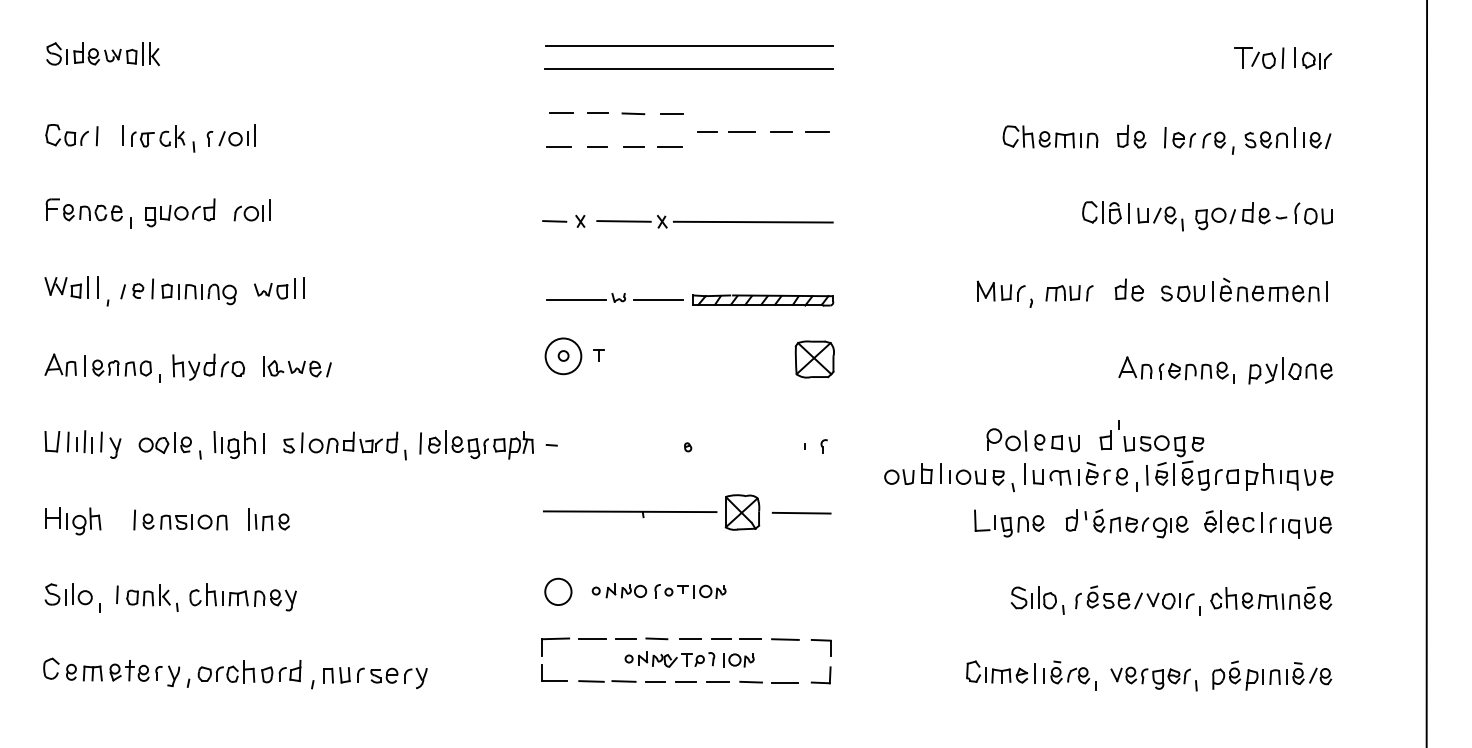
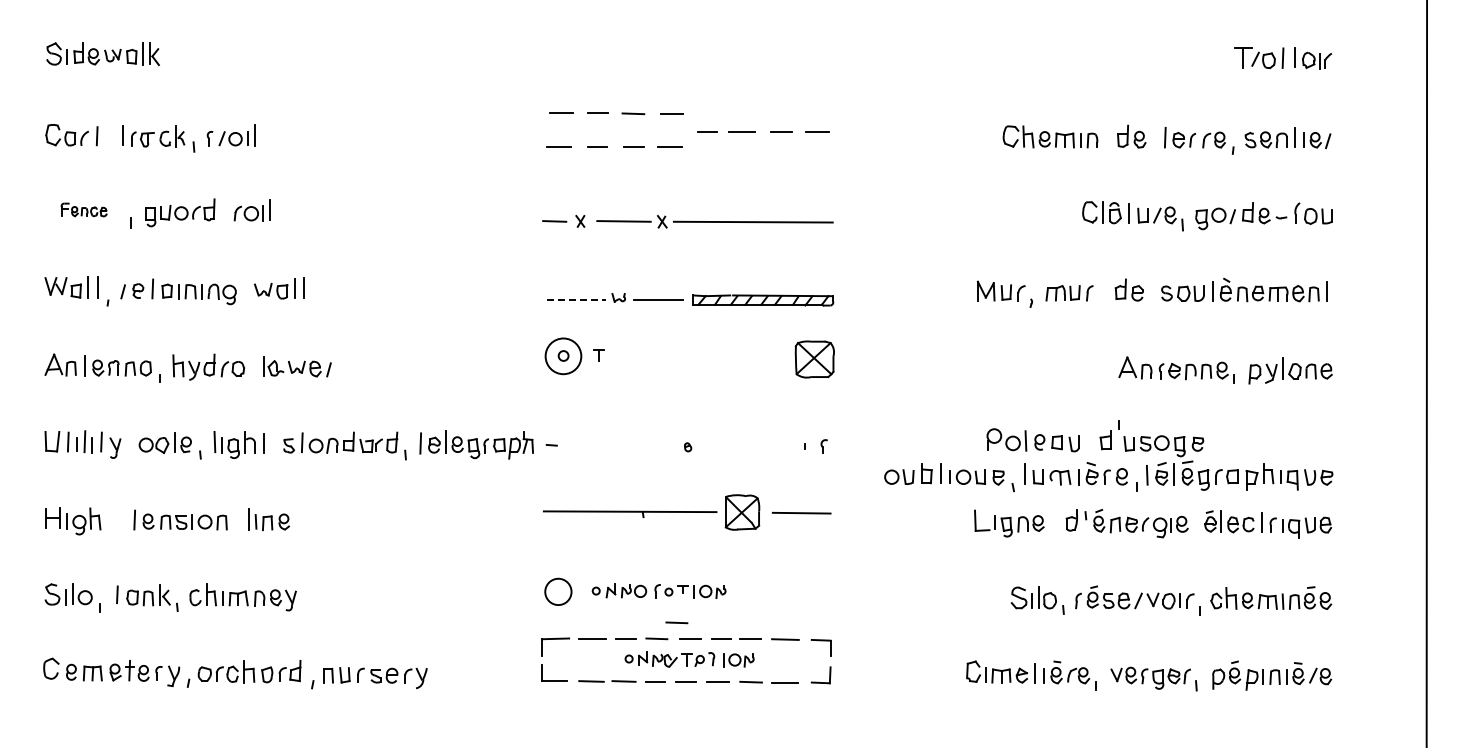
line at (689, 45): present -> none
line at (688, 68): present -> none
part at (83, 209) size: 78x24 px -> 48x16 px
line at (577, 299): solid -> dashed
line at (676, 622): none -> present
